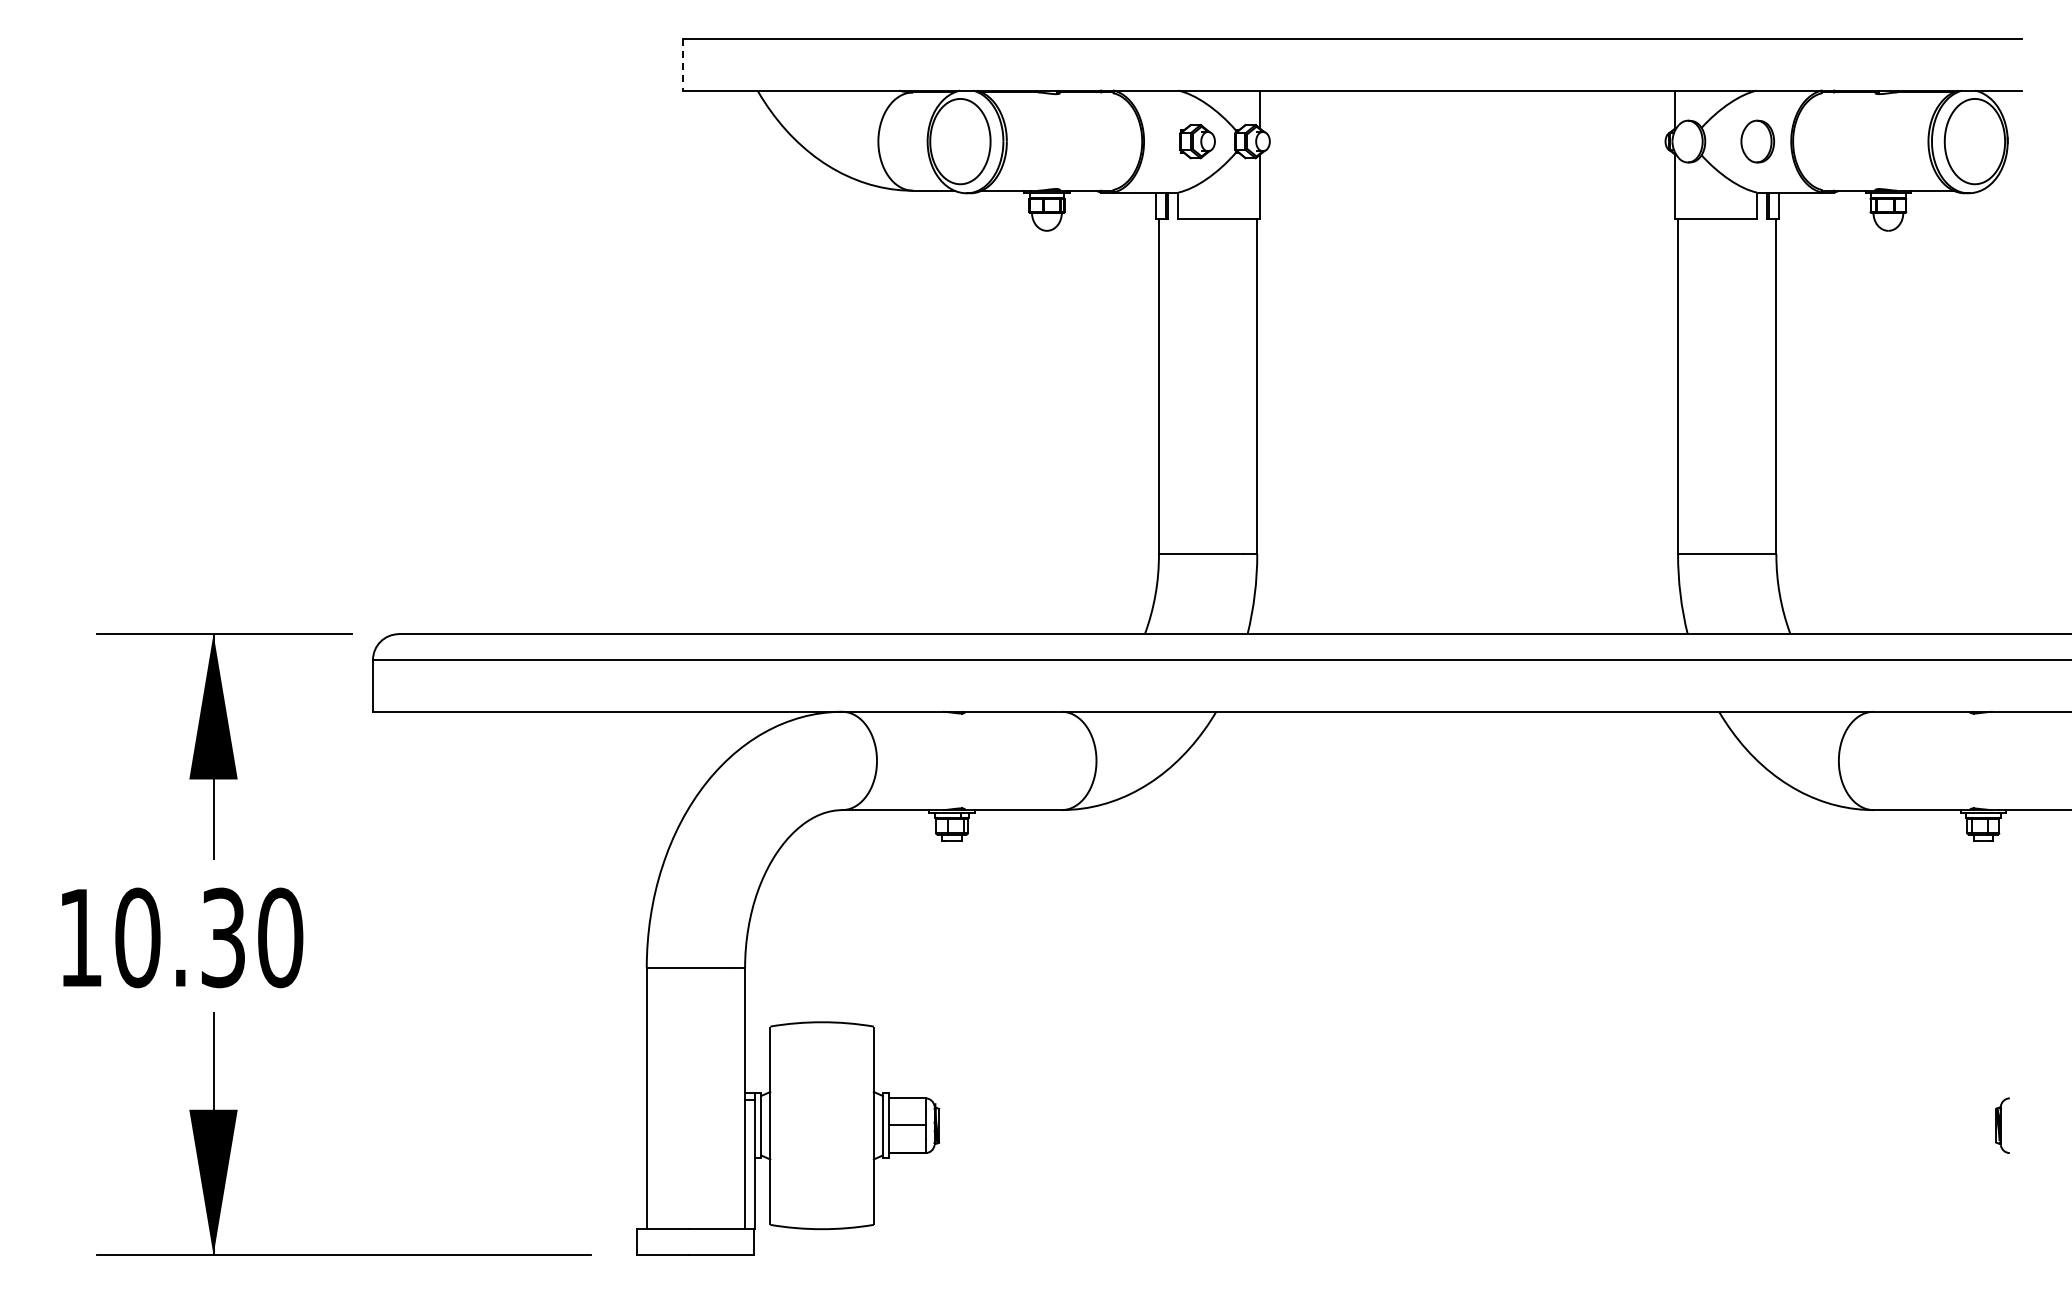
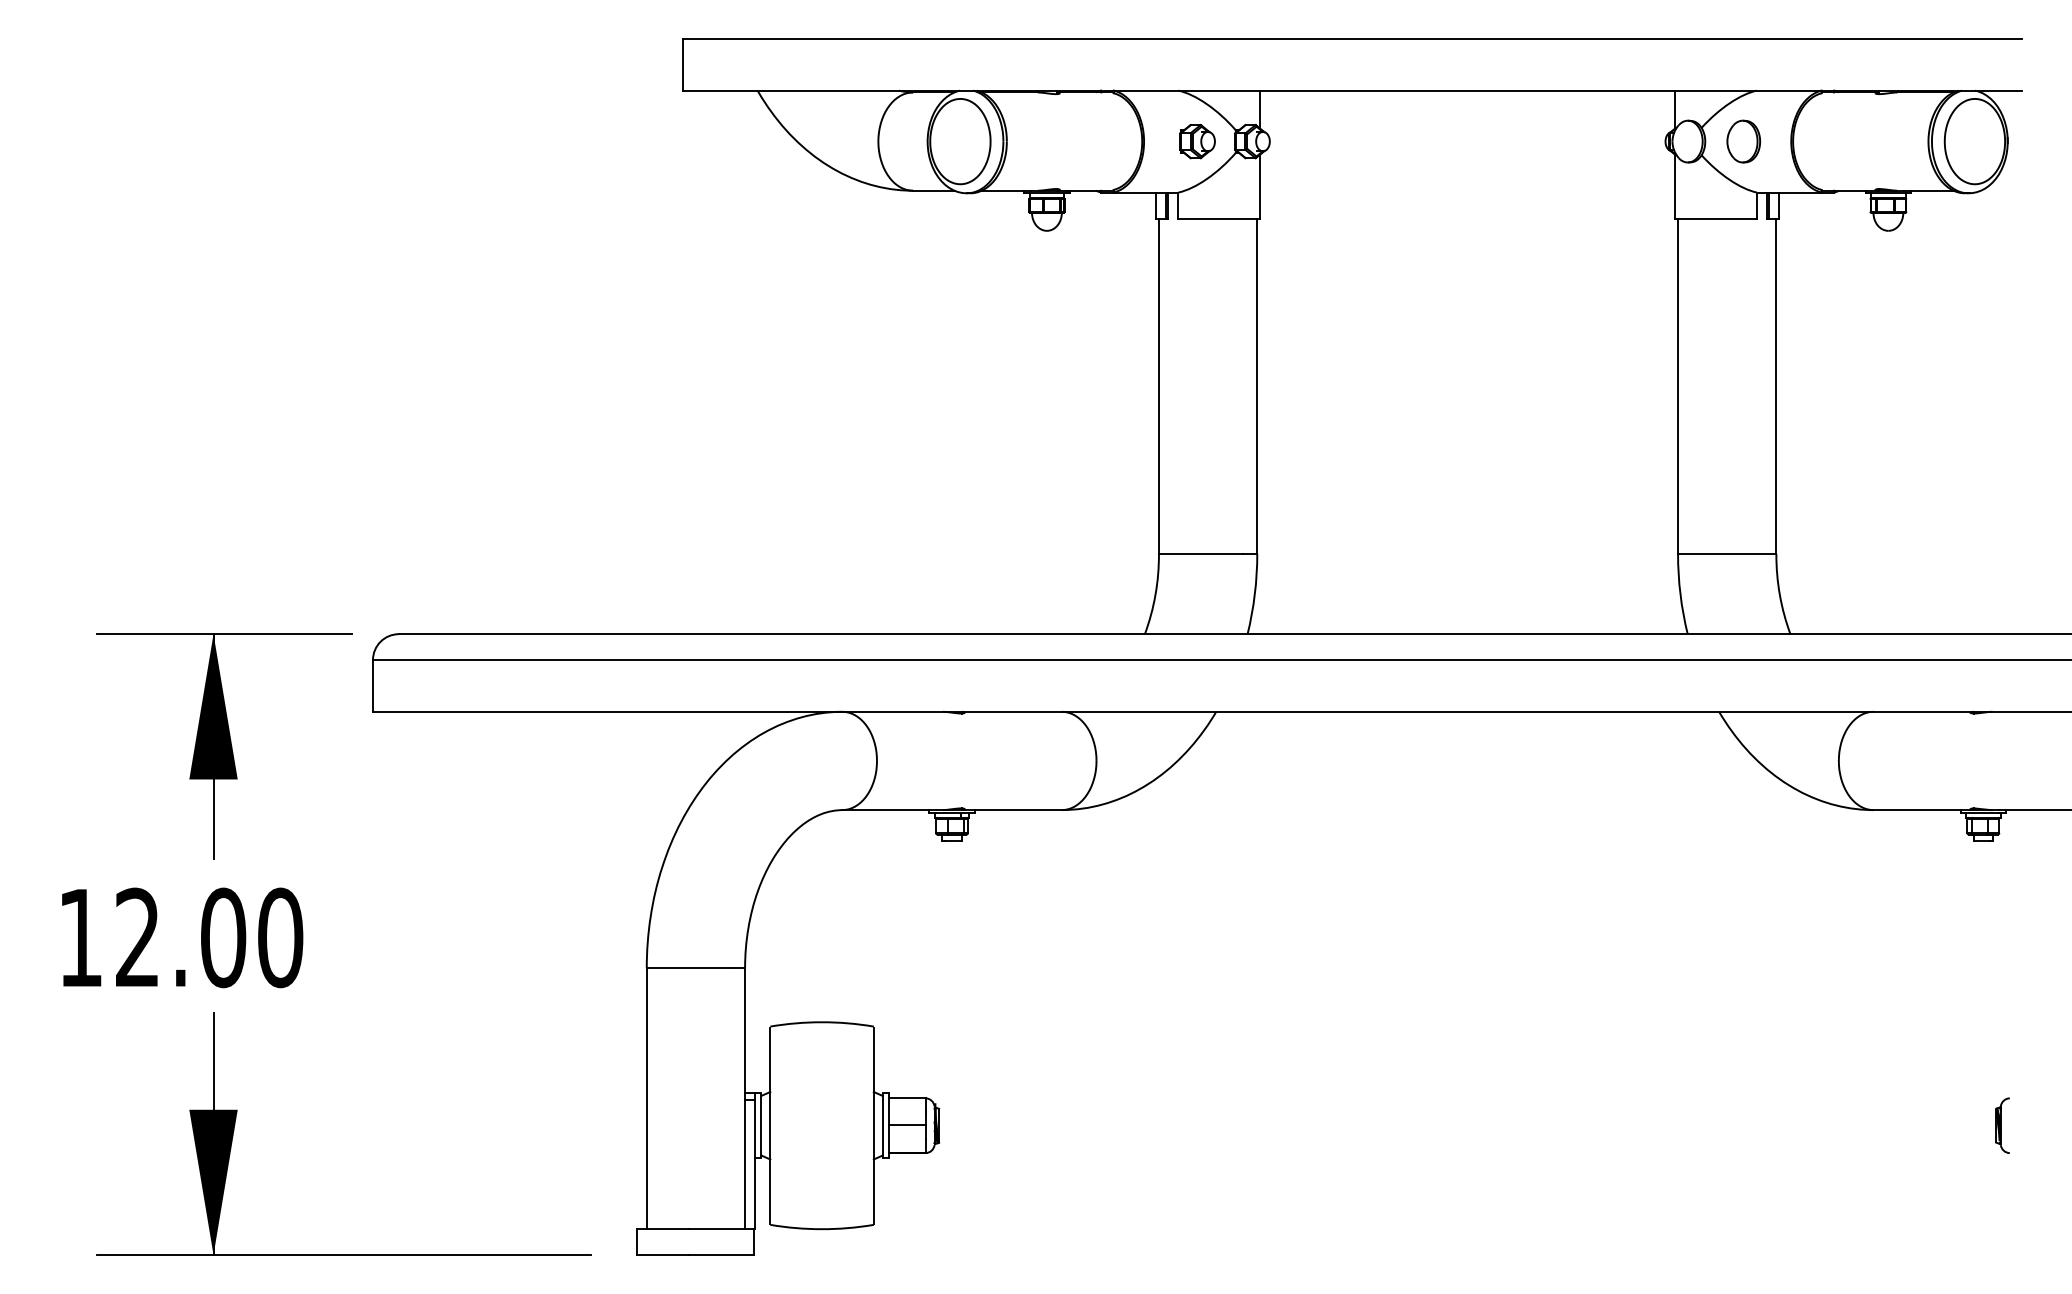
line at (683, 64): dashed -> solid
part at (1757, 141) position: (1757, 141) -> (1743, 141)
text at (180, 937): 10.30 -> 12.00
